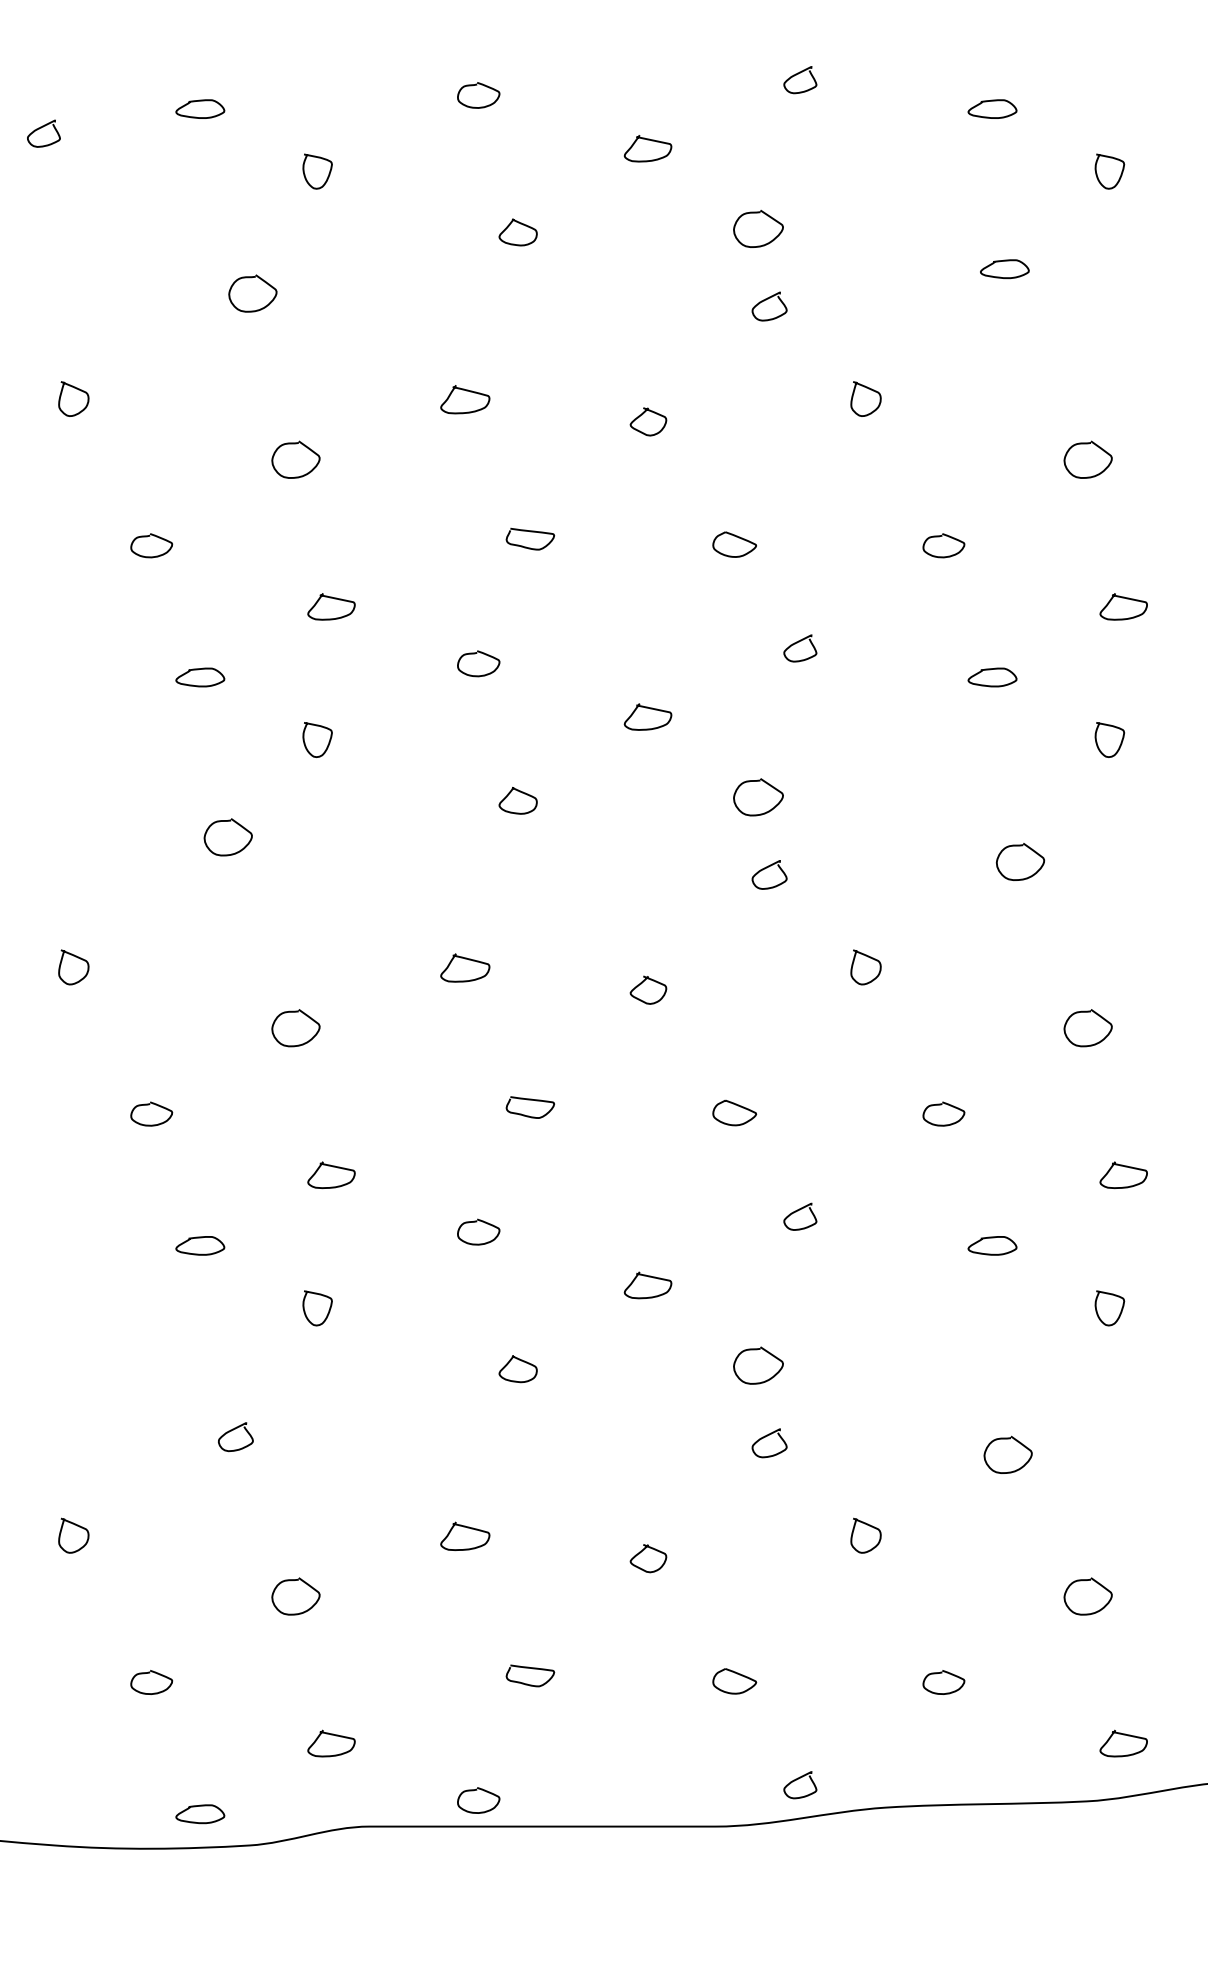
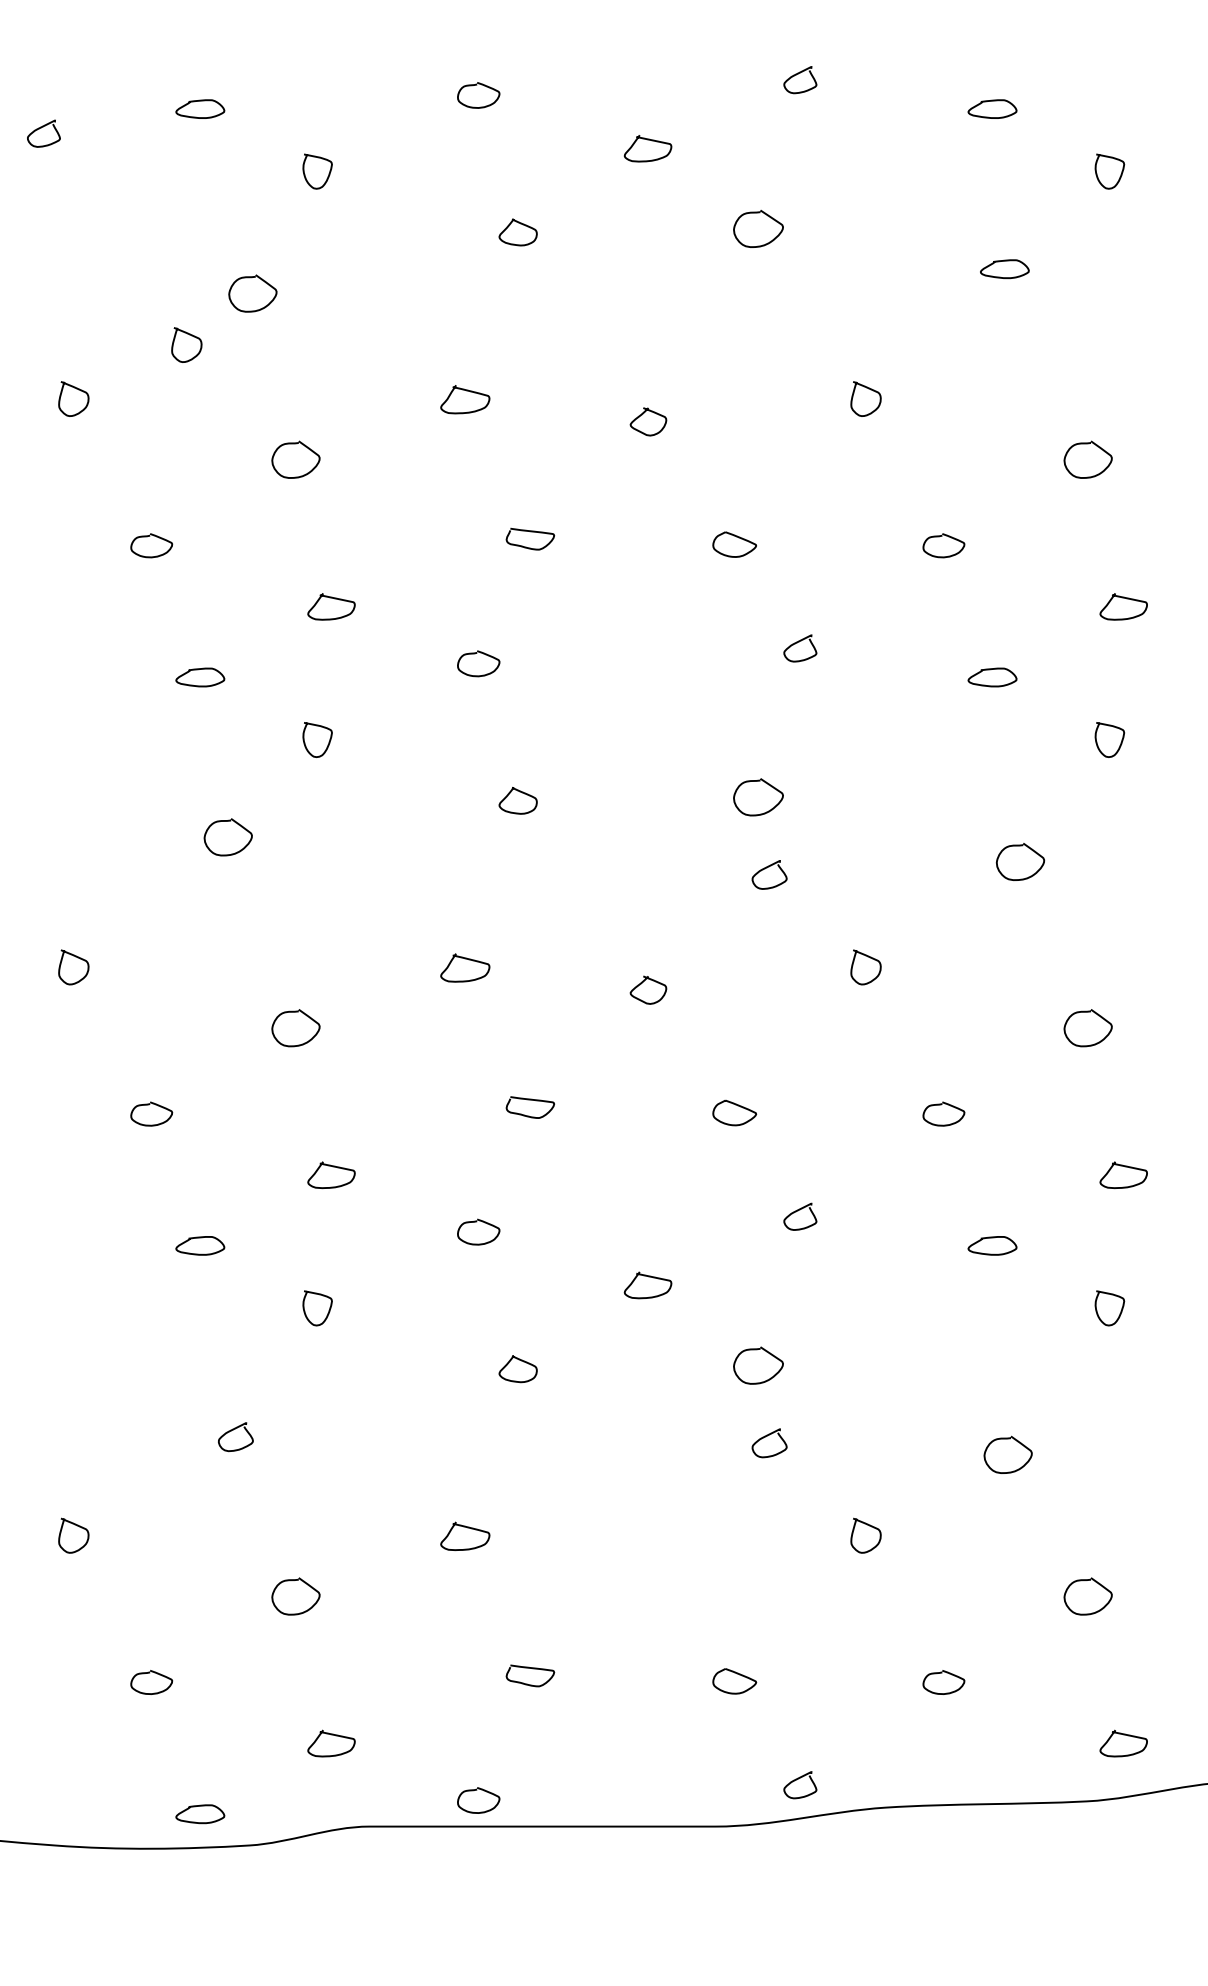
curve at (766, 300): present -> none
curve at (191, 336): none -> present
curve at (650, 709): present -> none
curve at (644, 1550): present -> none
